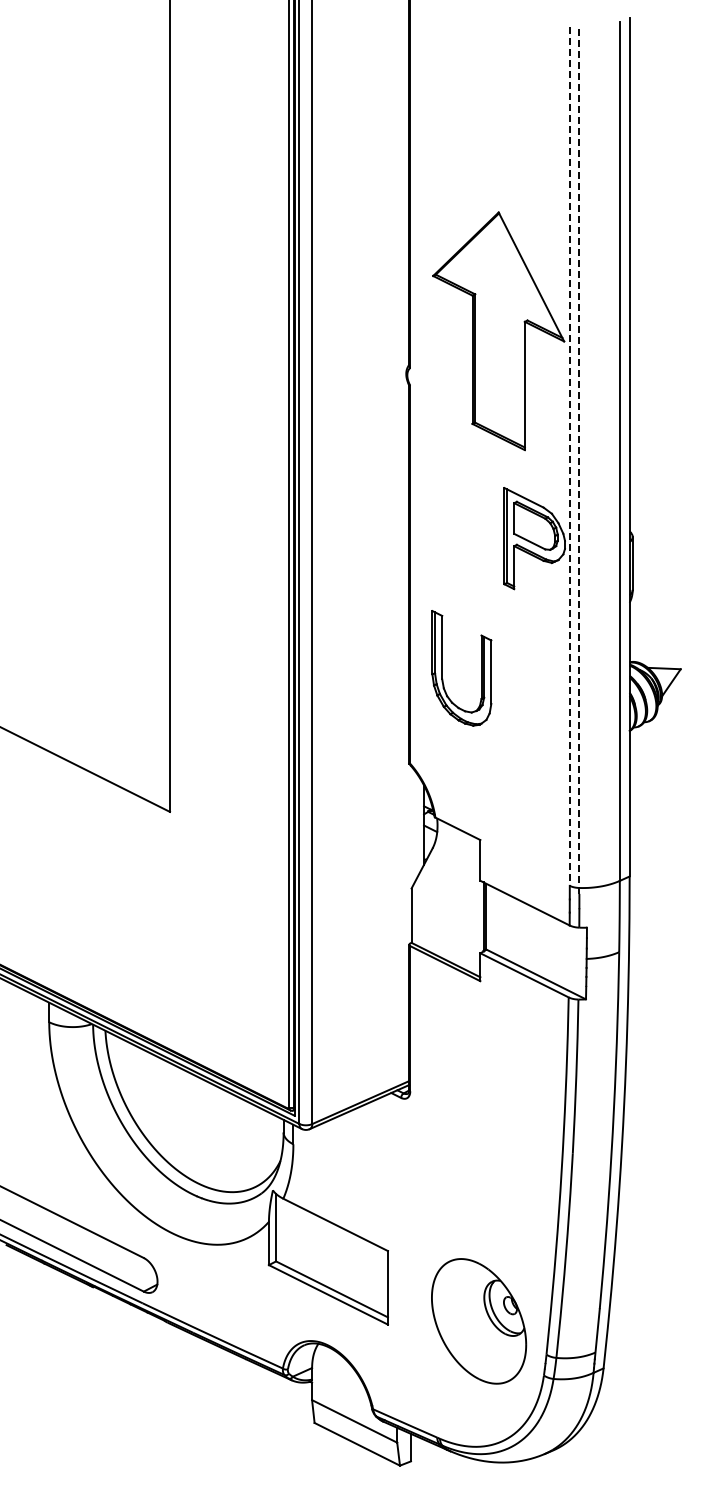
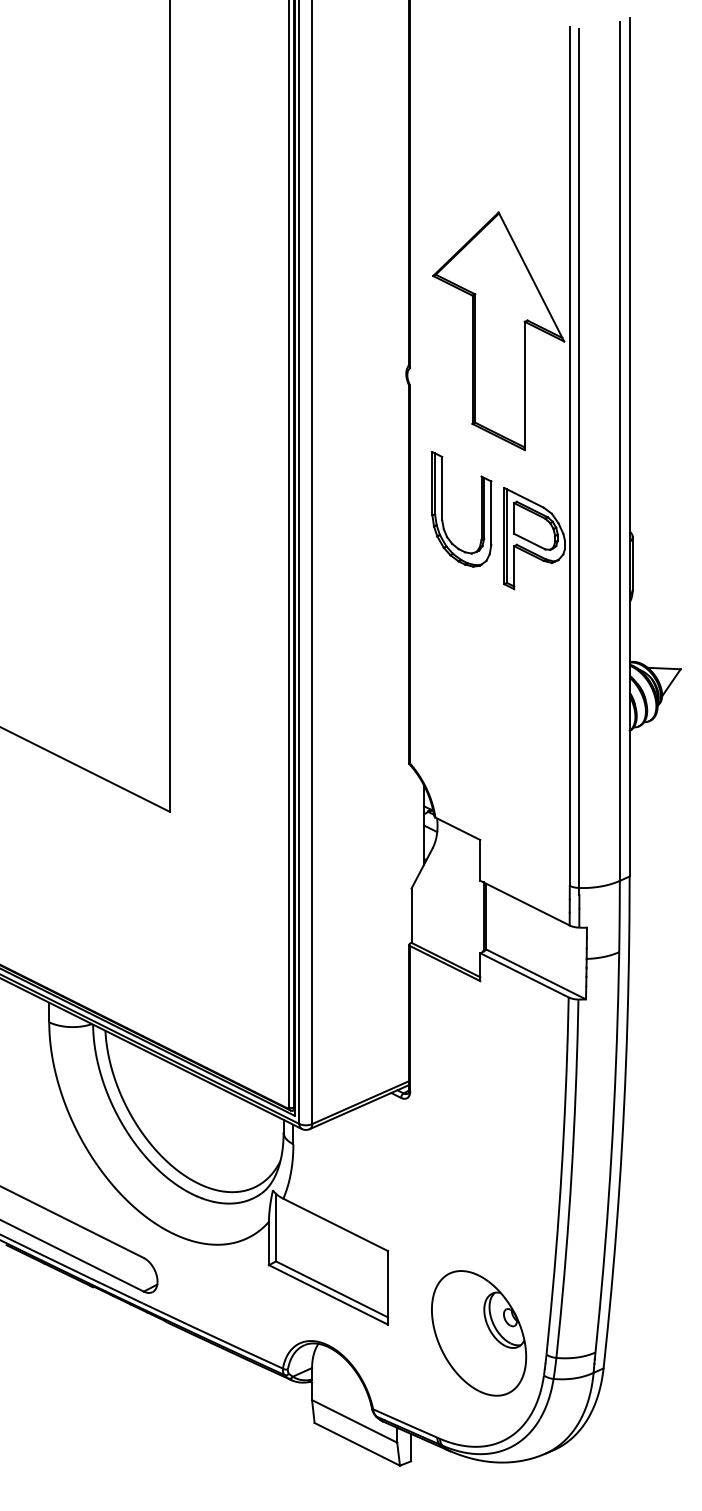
line at (569, 457): dashed -> solid
line at (579, 462): dashed -> solid
part at (442, 668) position: (442, 668) -> (442, 509)
part at (479, 1321) position: (479, 1321) -> (479, 1333)
